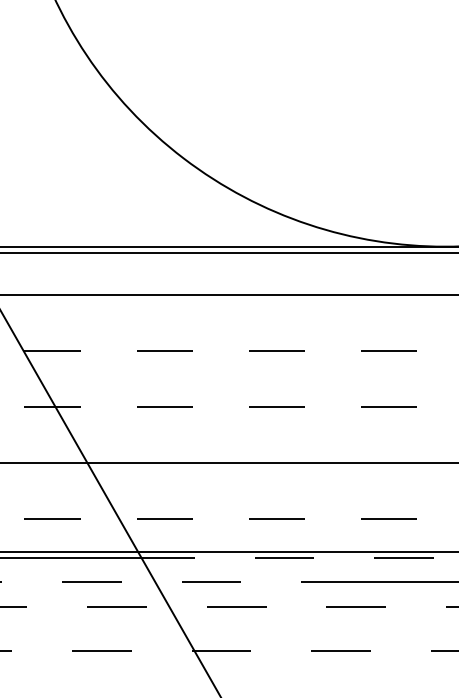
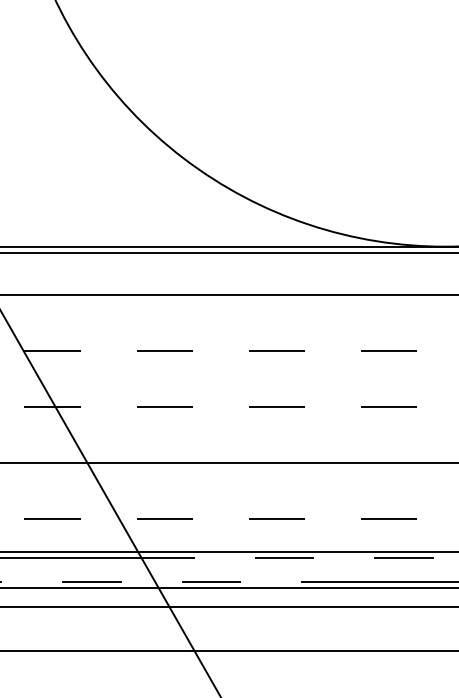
line at (228, 587): none -> present
line at (229, 607): dashed -> solid
line at (229, 651): dashed -> solid
